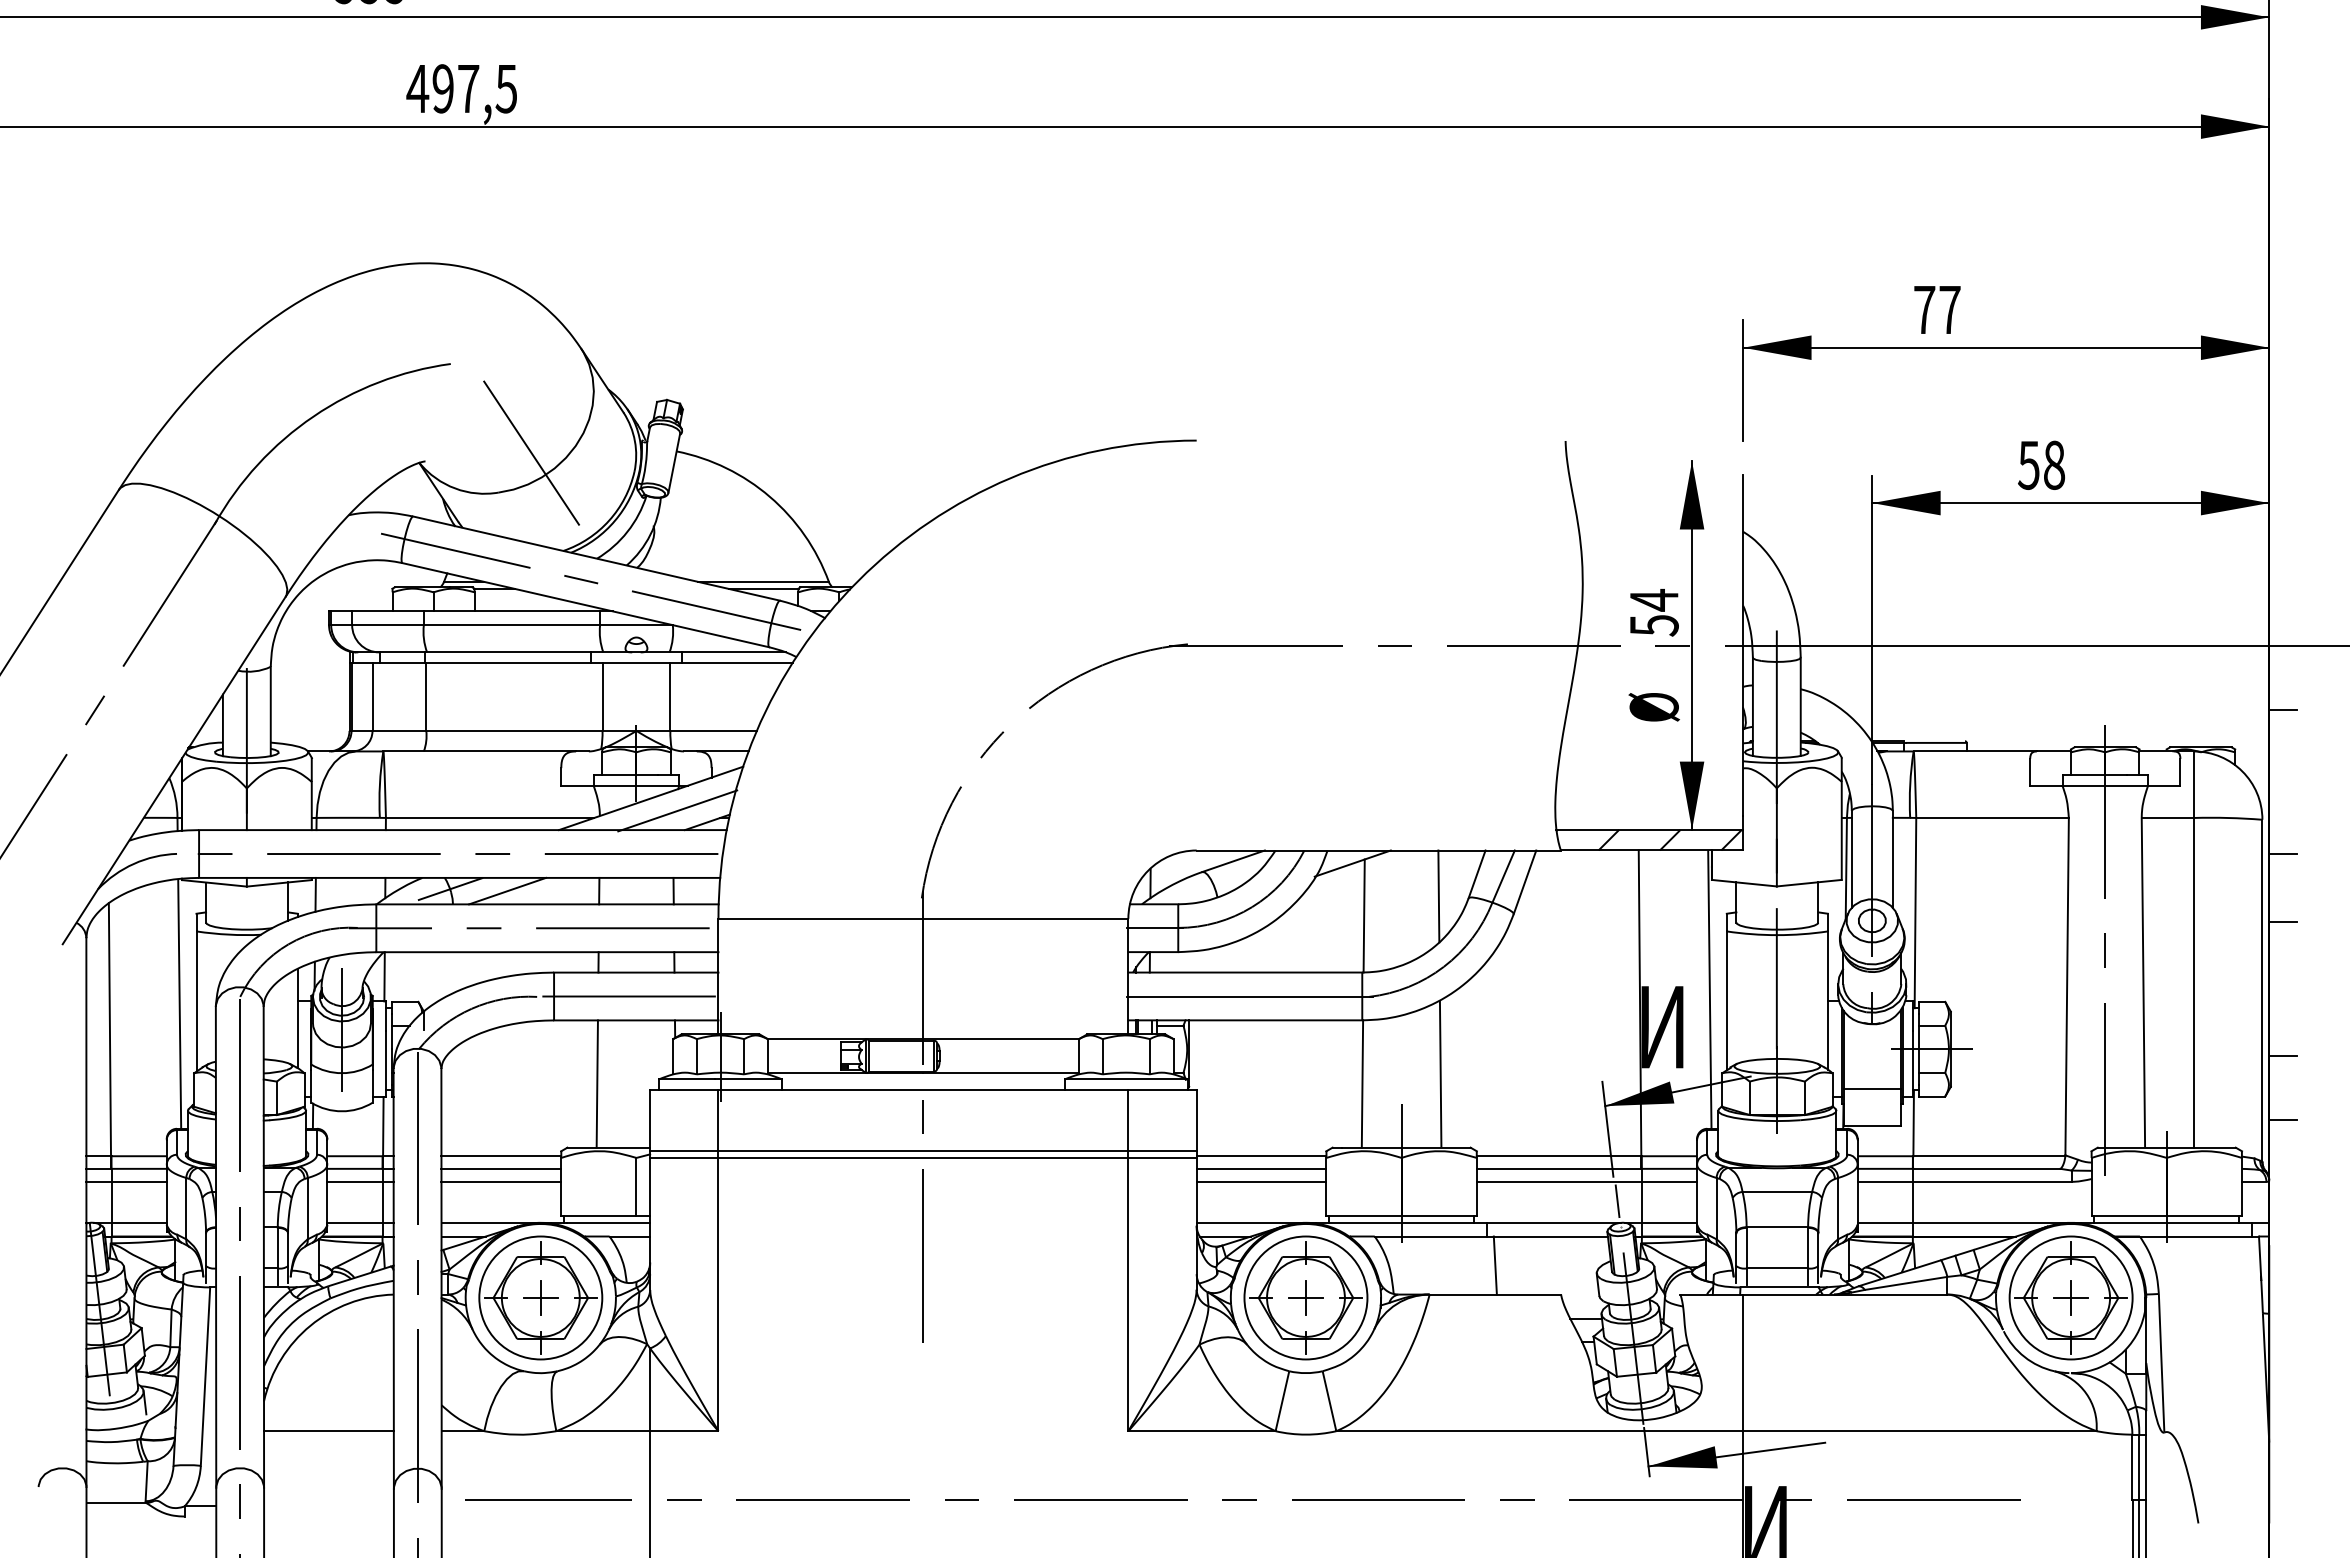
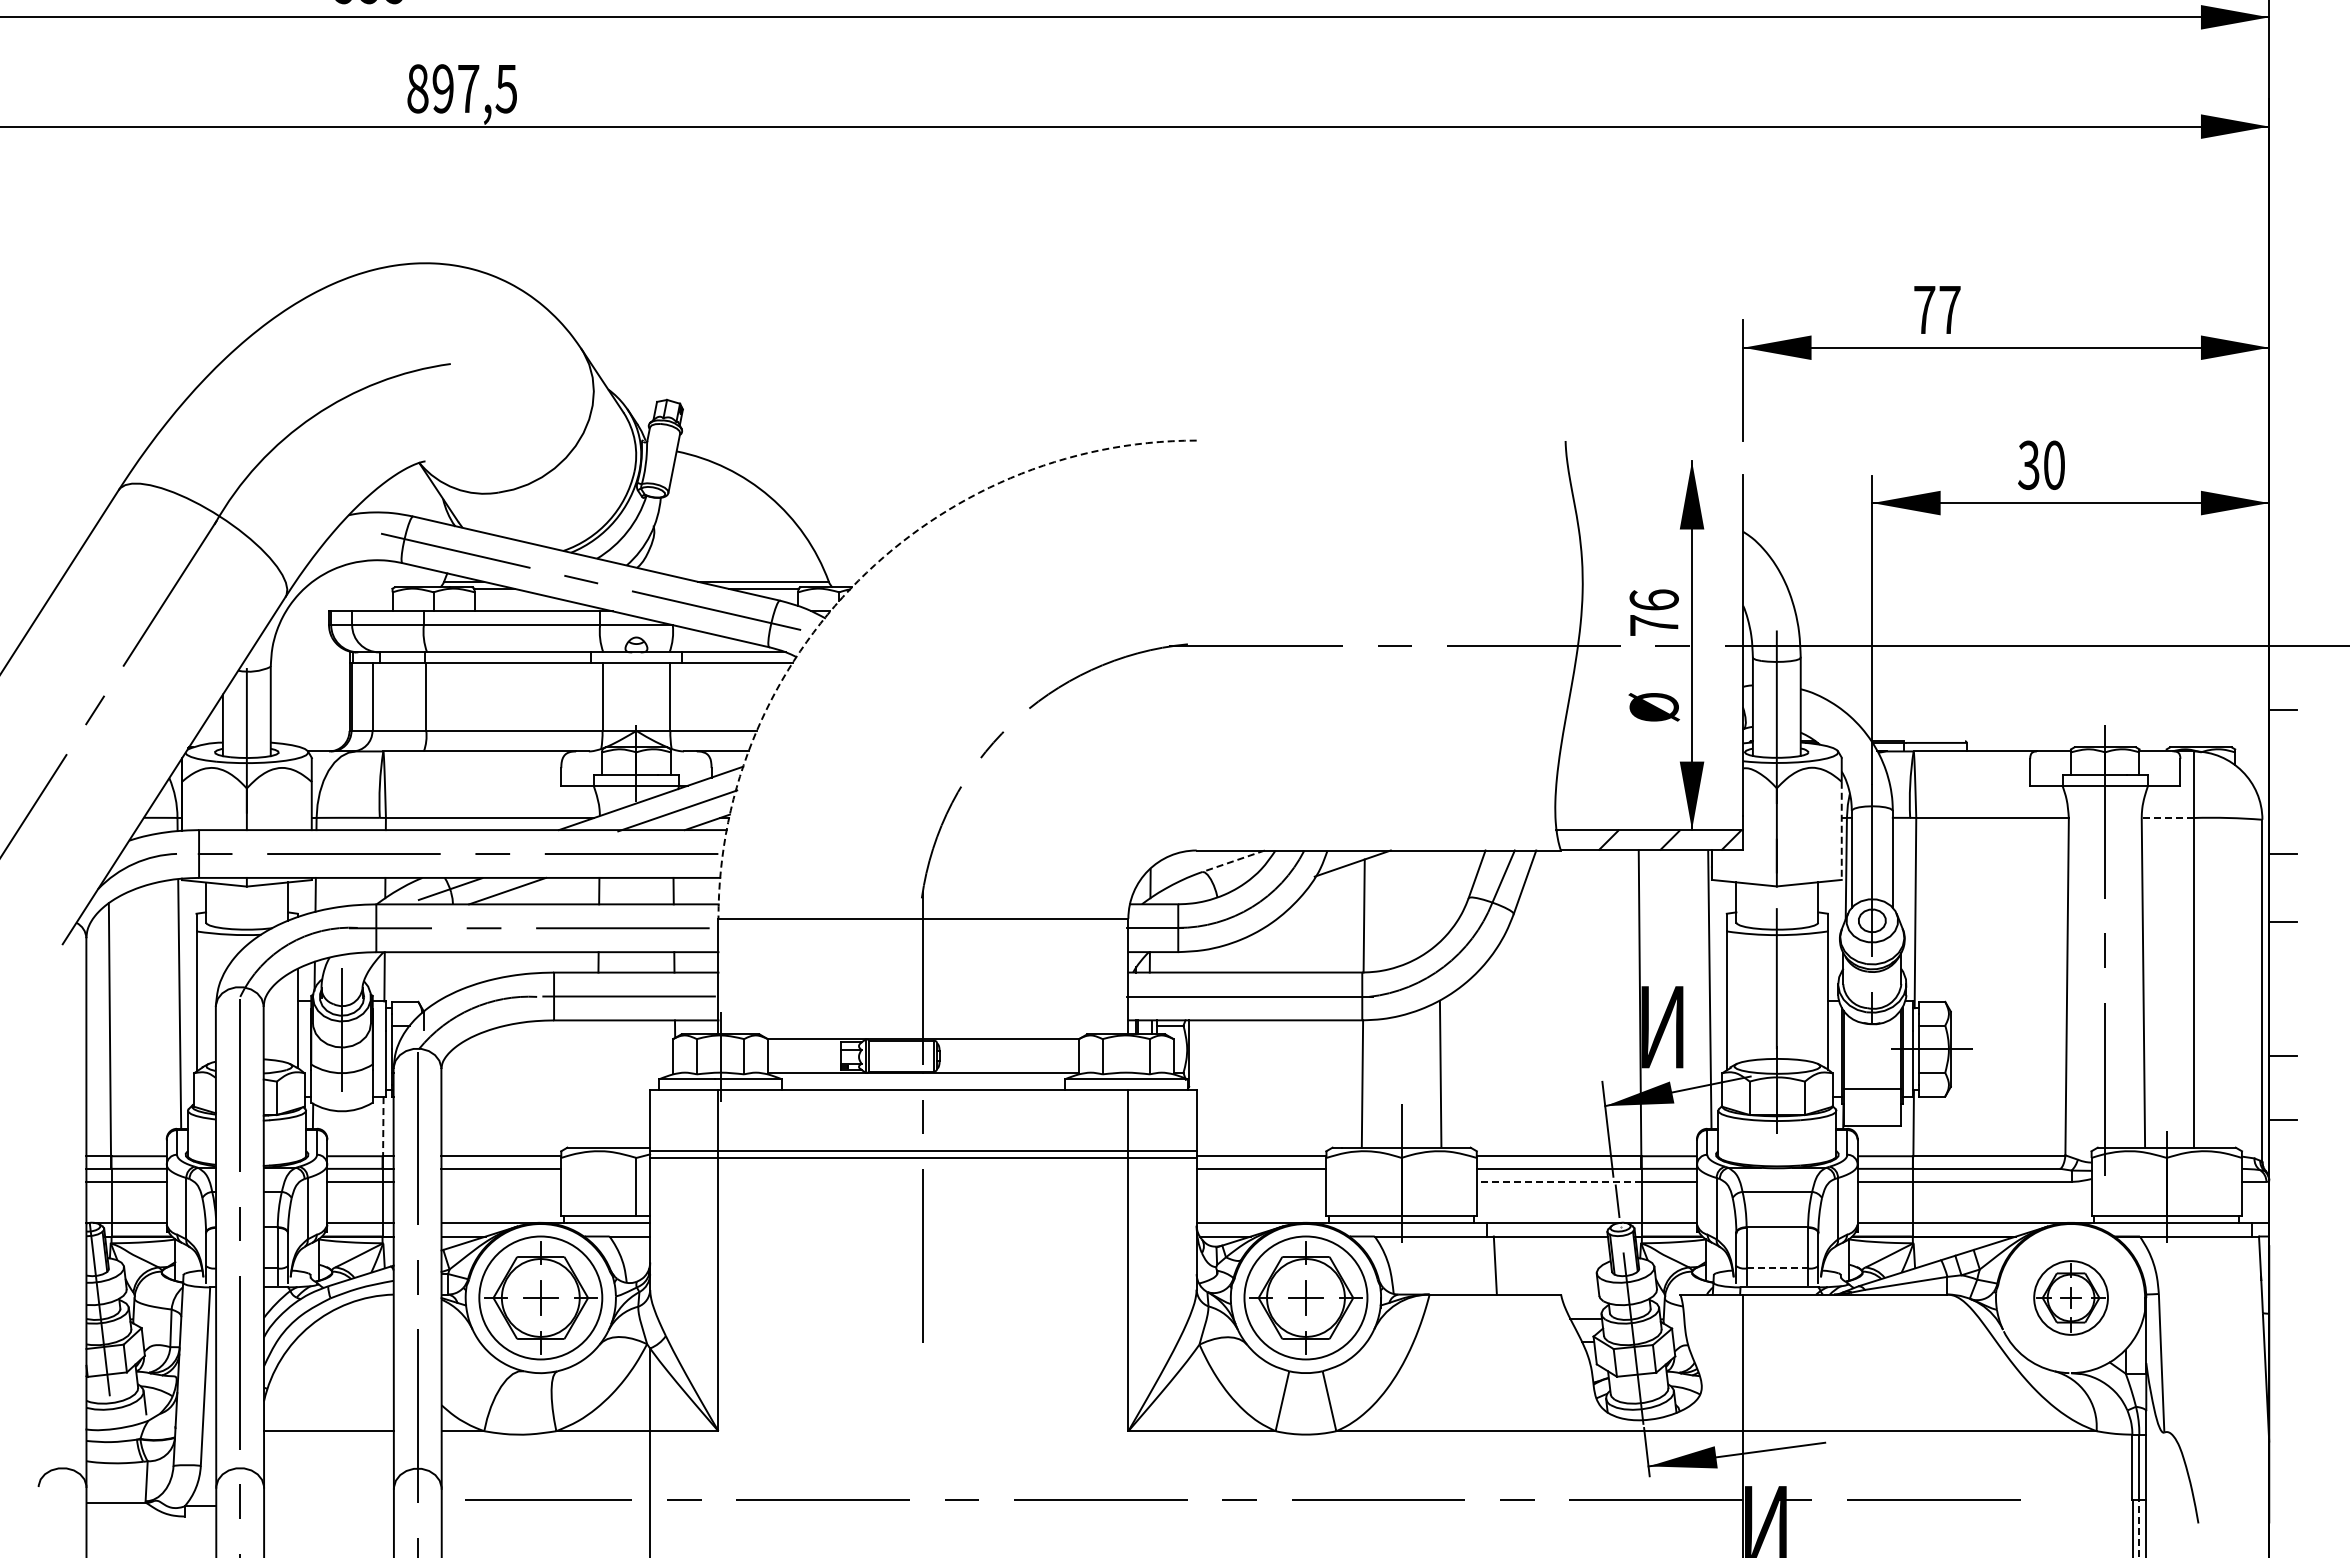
text at (417, 88): 497,5 -> 897,5
line at (531, 453): present -> none
text at (2041, 464): 58 -> 30
arc at (858, 580): solid -> dashed
text at (1653, 612): 54 -> 76
line at (2167, 817): solid -> dashed
line at (1841, 831): solid -> dashed
line at (1233, 861): solid -> dashed
line at (1438, 896): present -> none
line at (596, 1083): present -> none
line at (383, 1126): solid -> dashed
line at (501, 1181): present -> none
line at (1261, 1181): present -> none
line at (1559, 1181): solid -> dashed
line at (1777, 1268): solid -> dashed
part at (2070, 1297) size: 126x126 px -> 76x76 px
line at (2139, 1528): solid -> dashed
